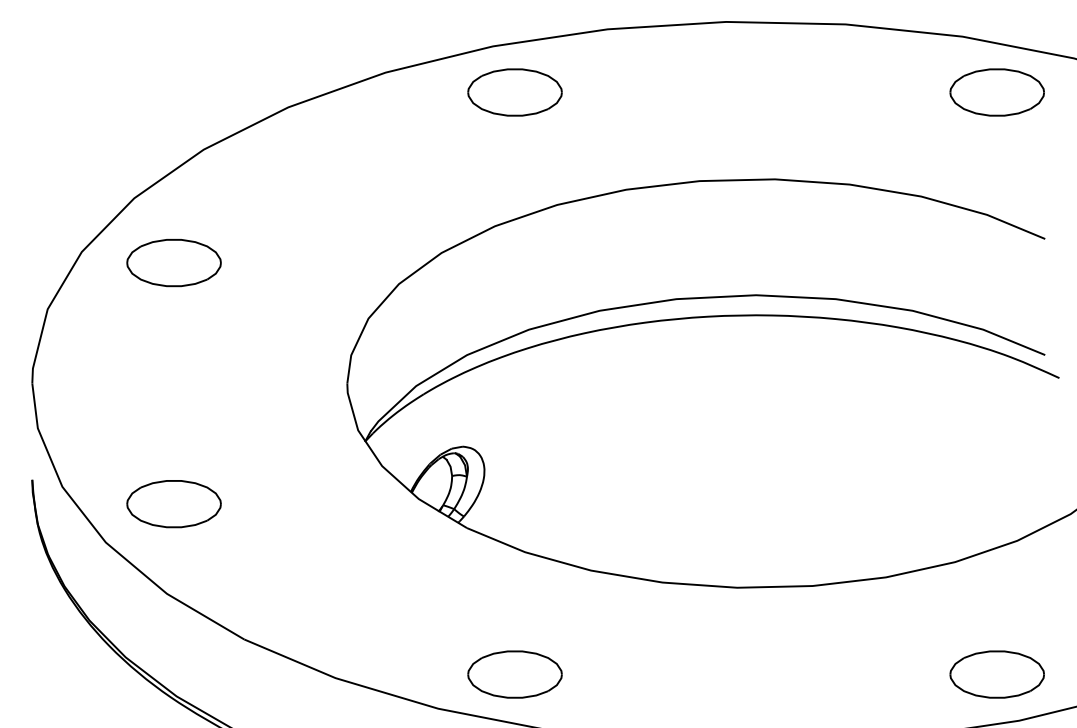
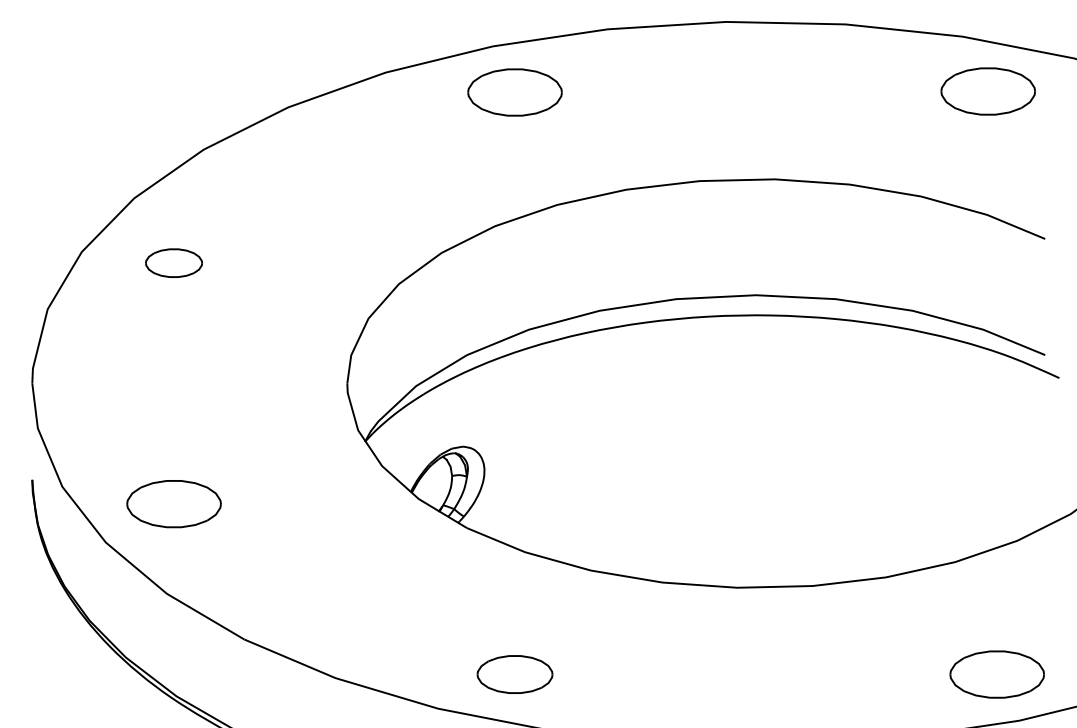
part at (996, 92) position: (996, 92) -> (987, 91)
part at (173, 263) size: 96x49 px -> 58x30 px
part at (514, 674) size: 96x49 px -> 78x39 px
